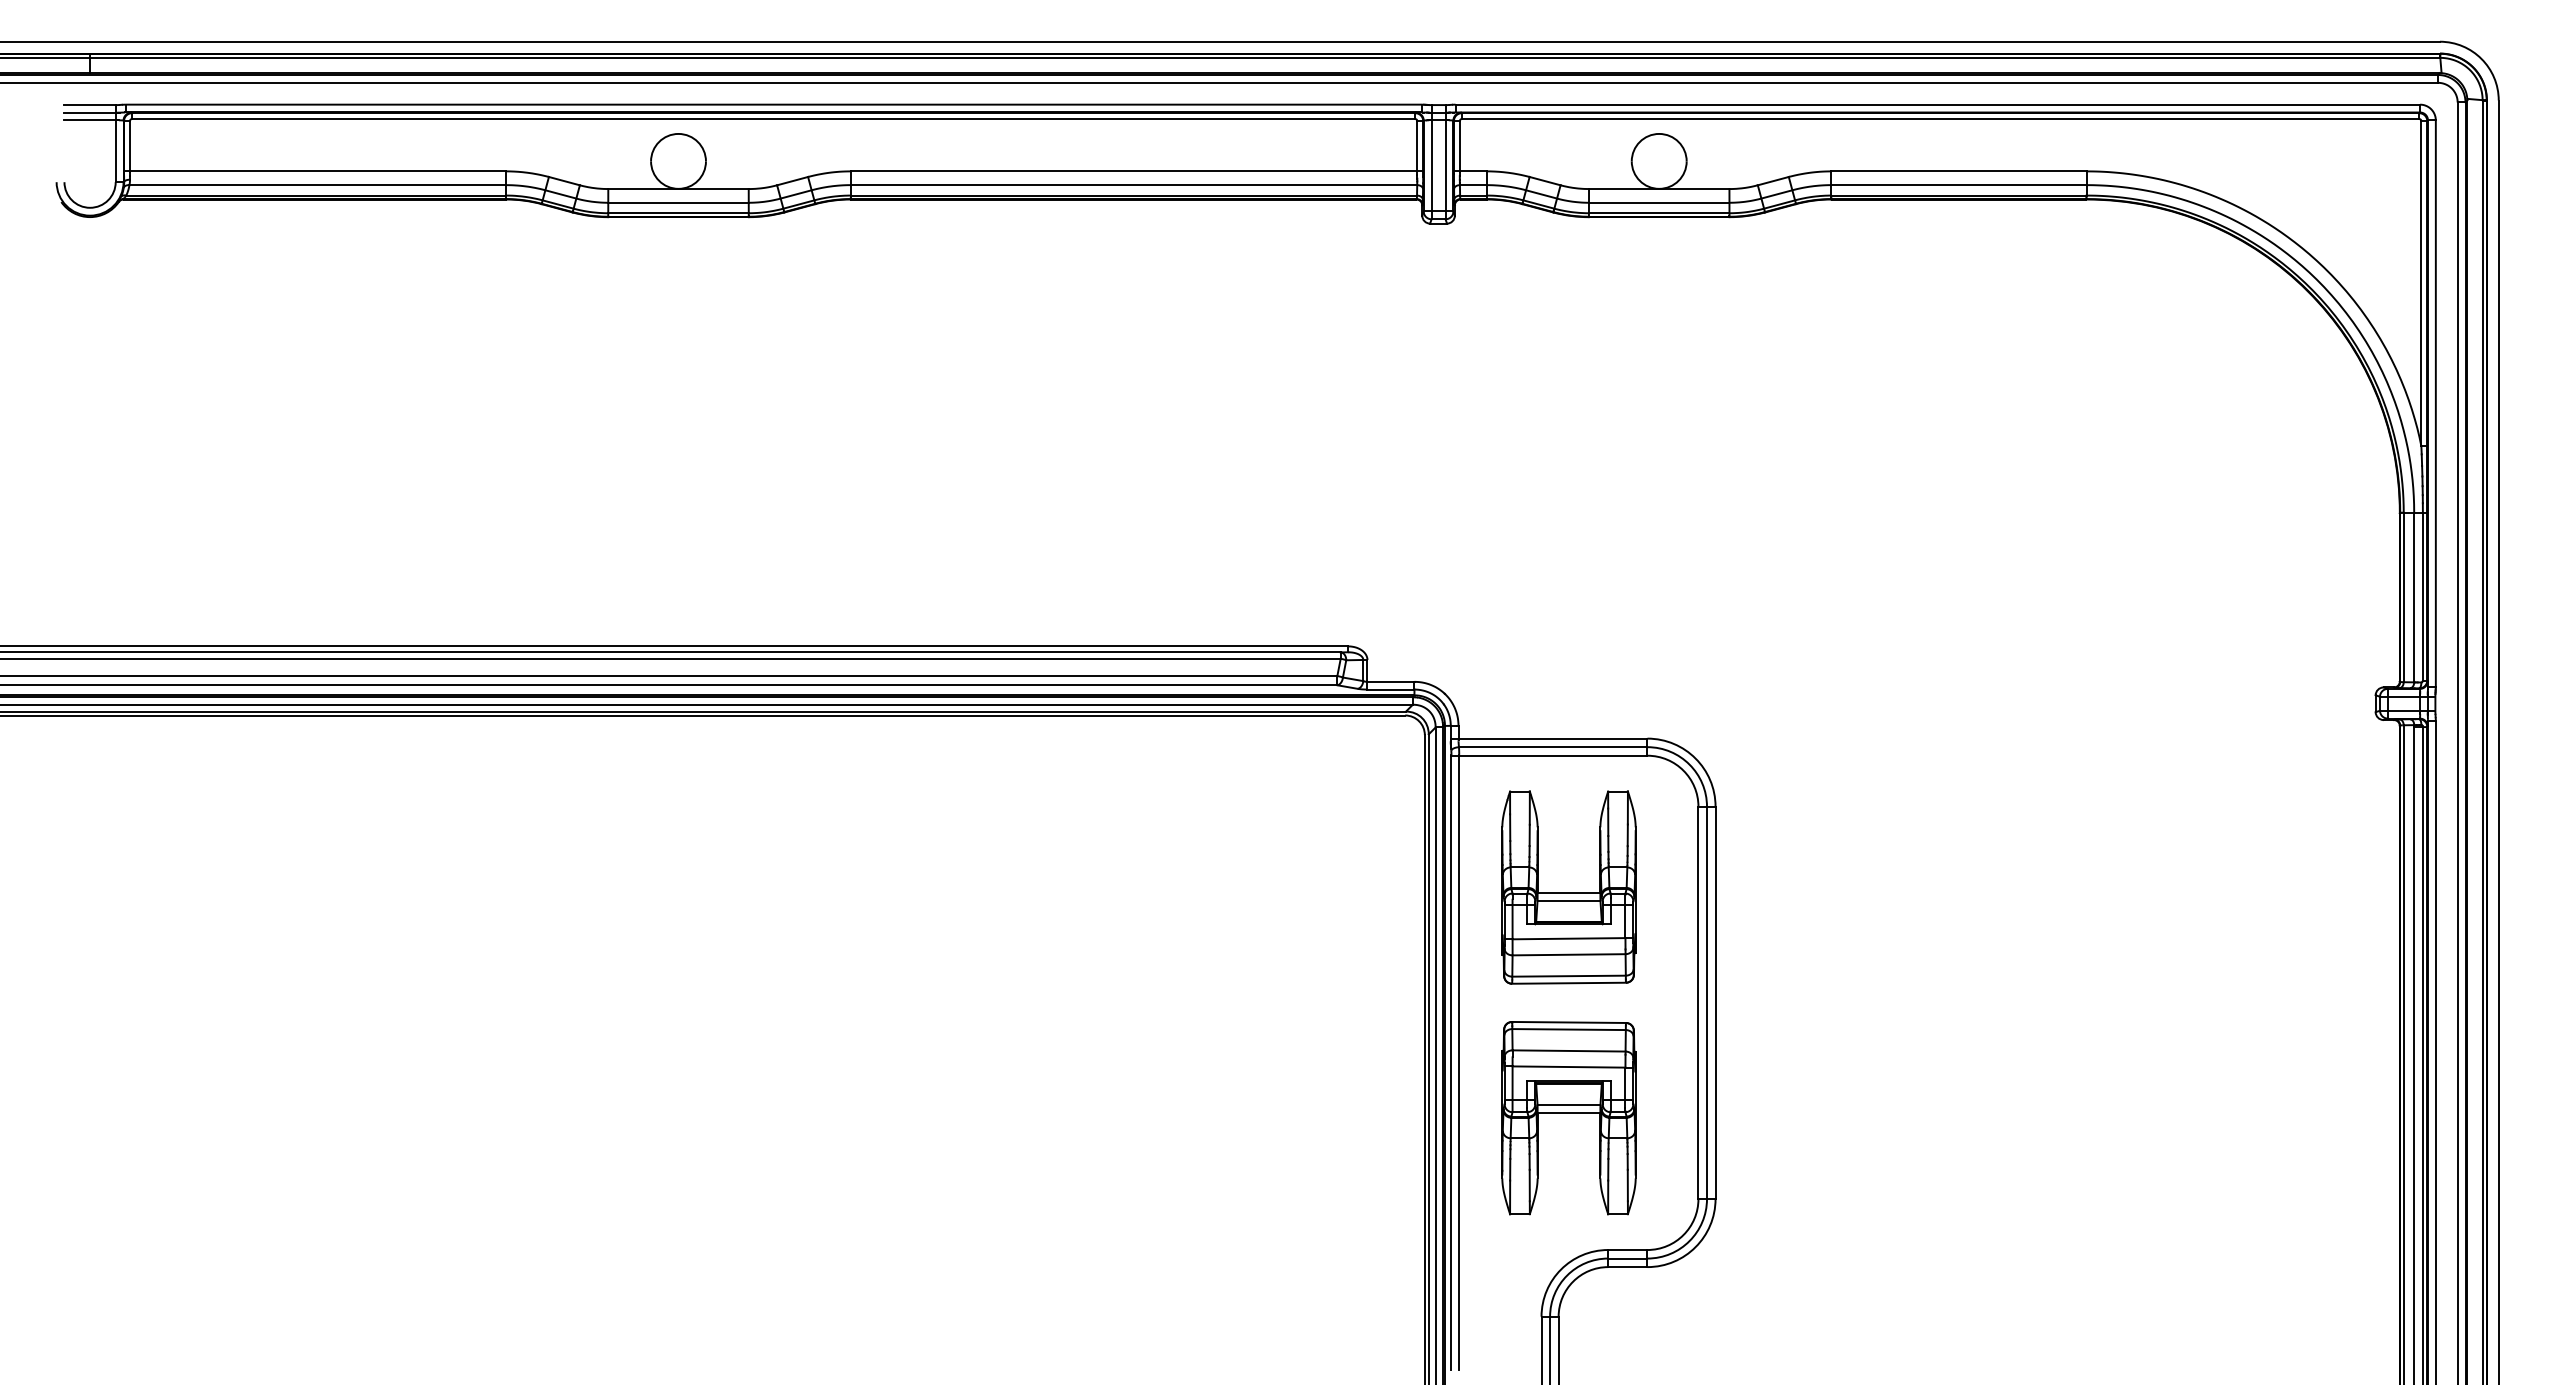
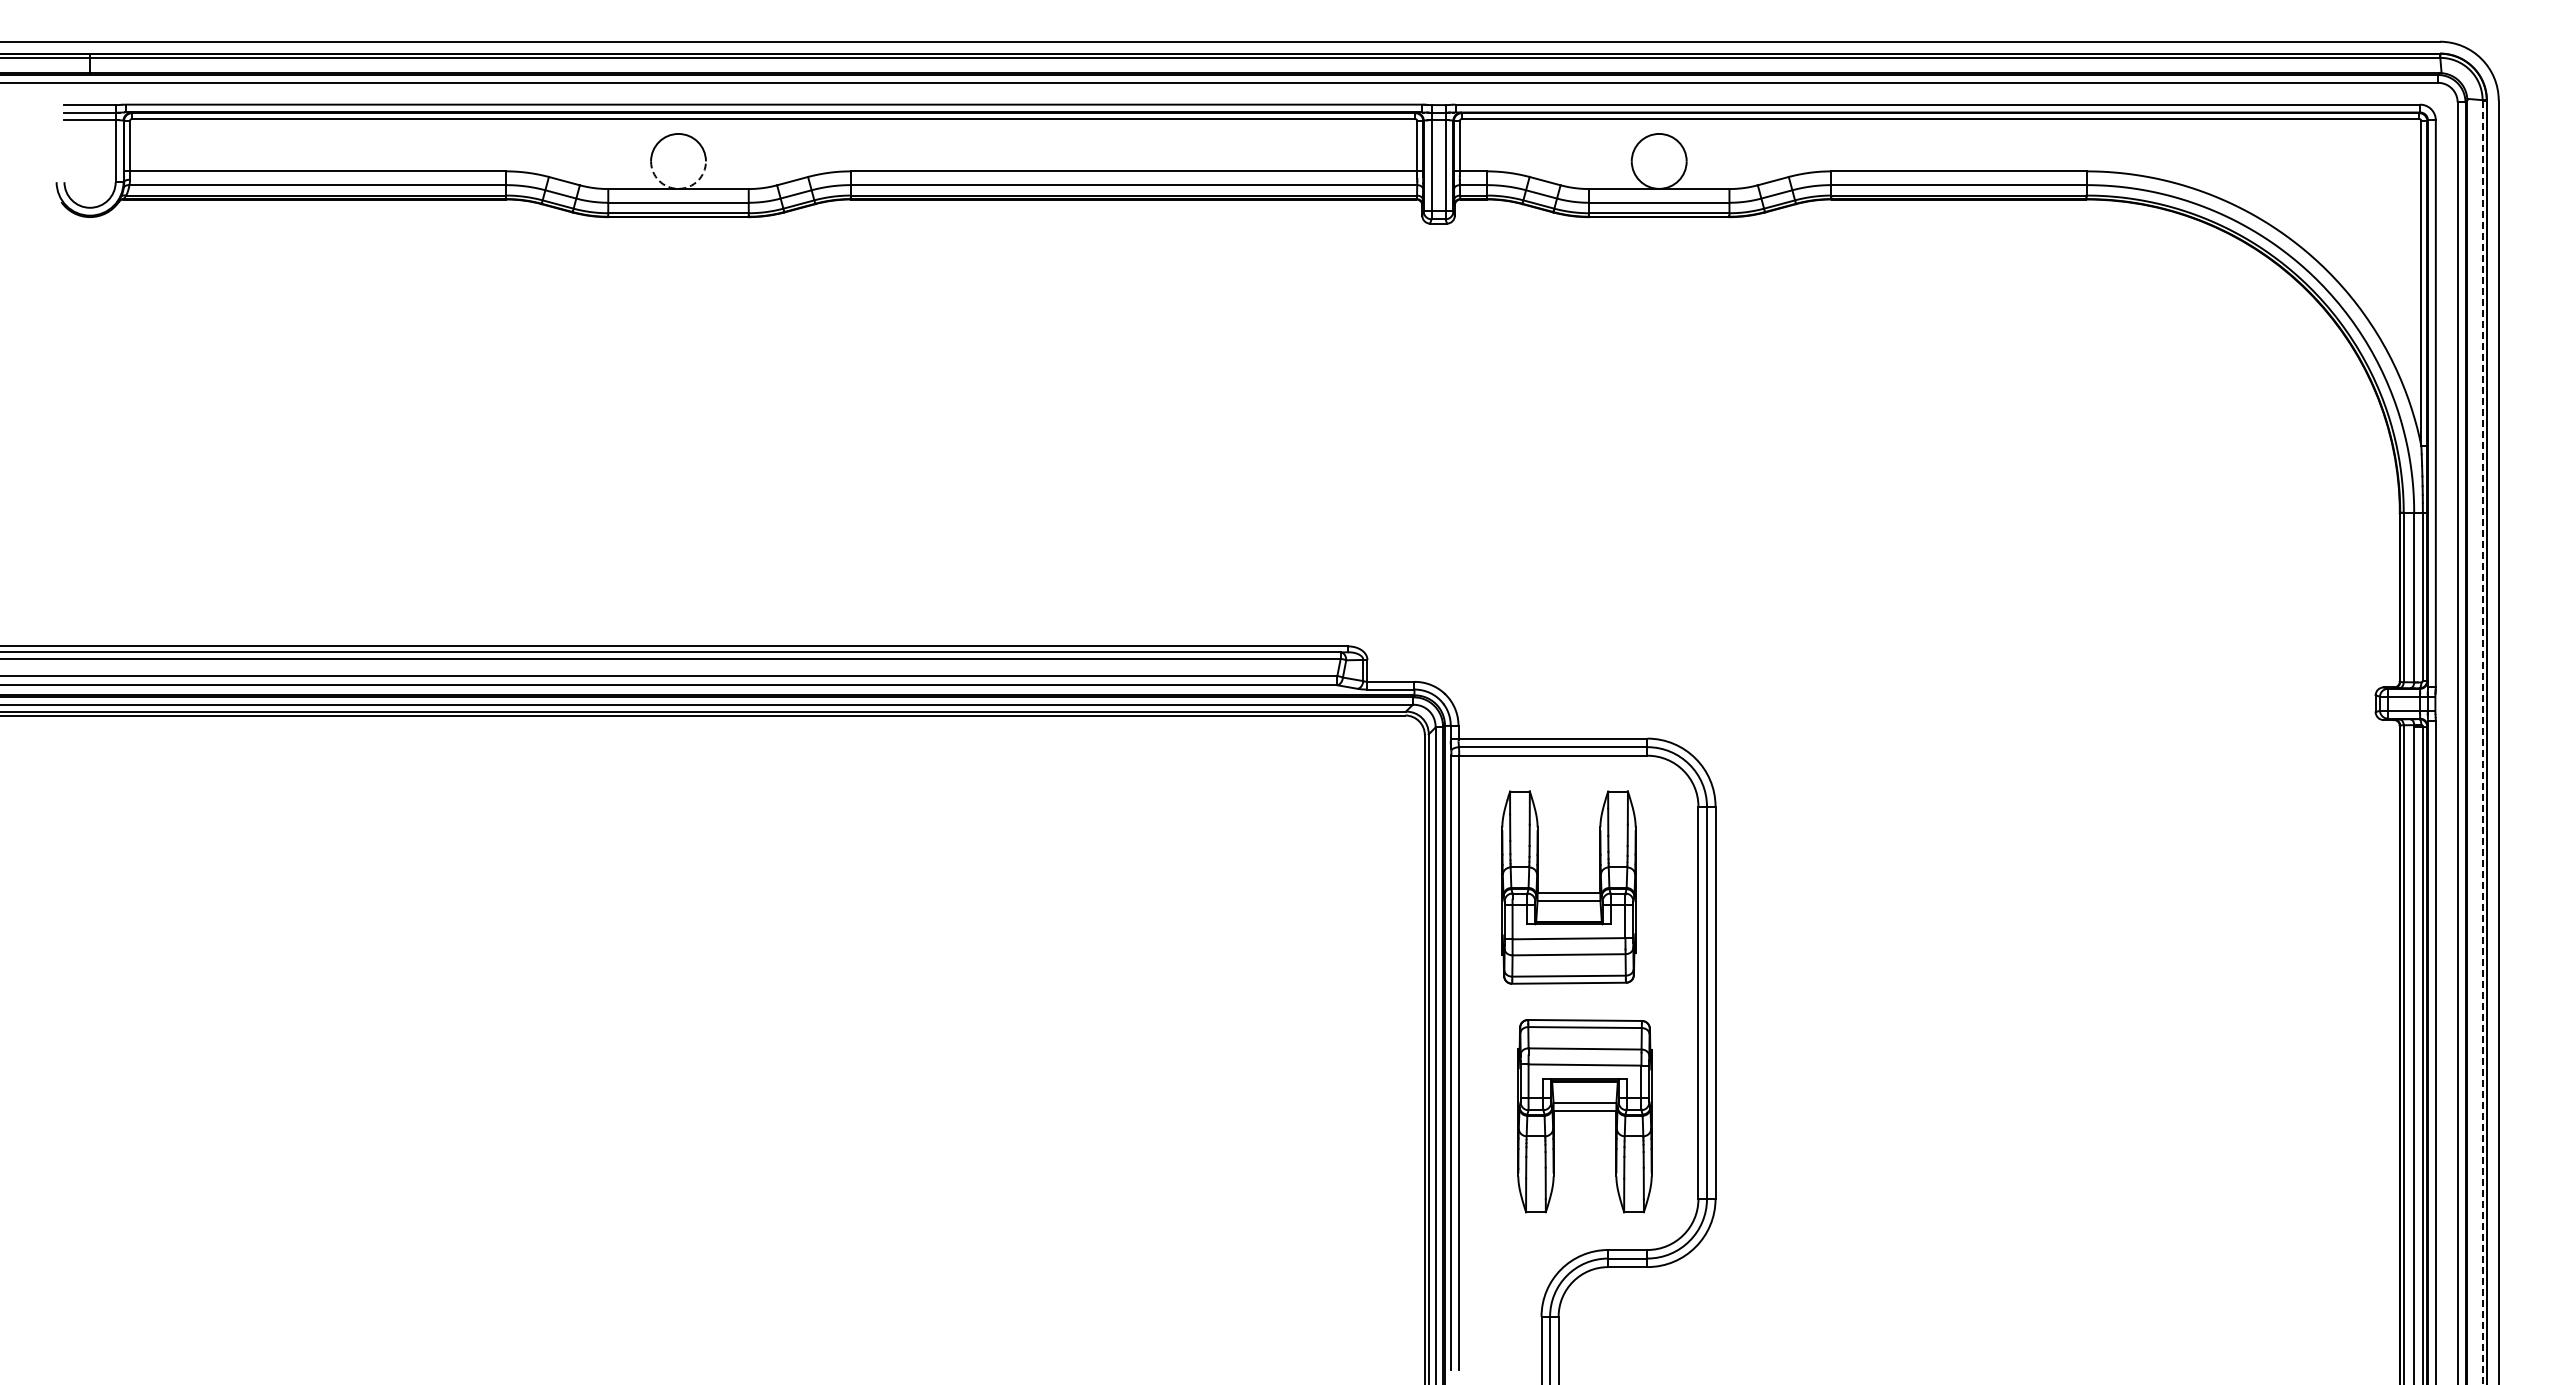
arc at (678, 188): solid -> dashed
line at (2482, 742): solid -> dashed
part at (1568, 1118) position: (1568, 1118) -> (1584, 1116)
